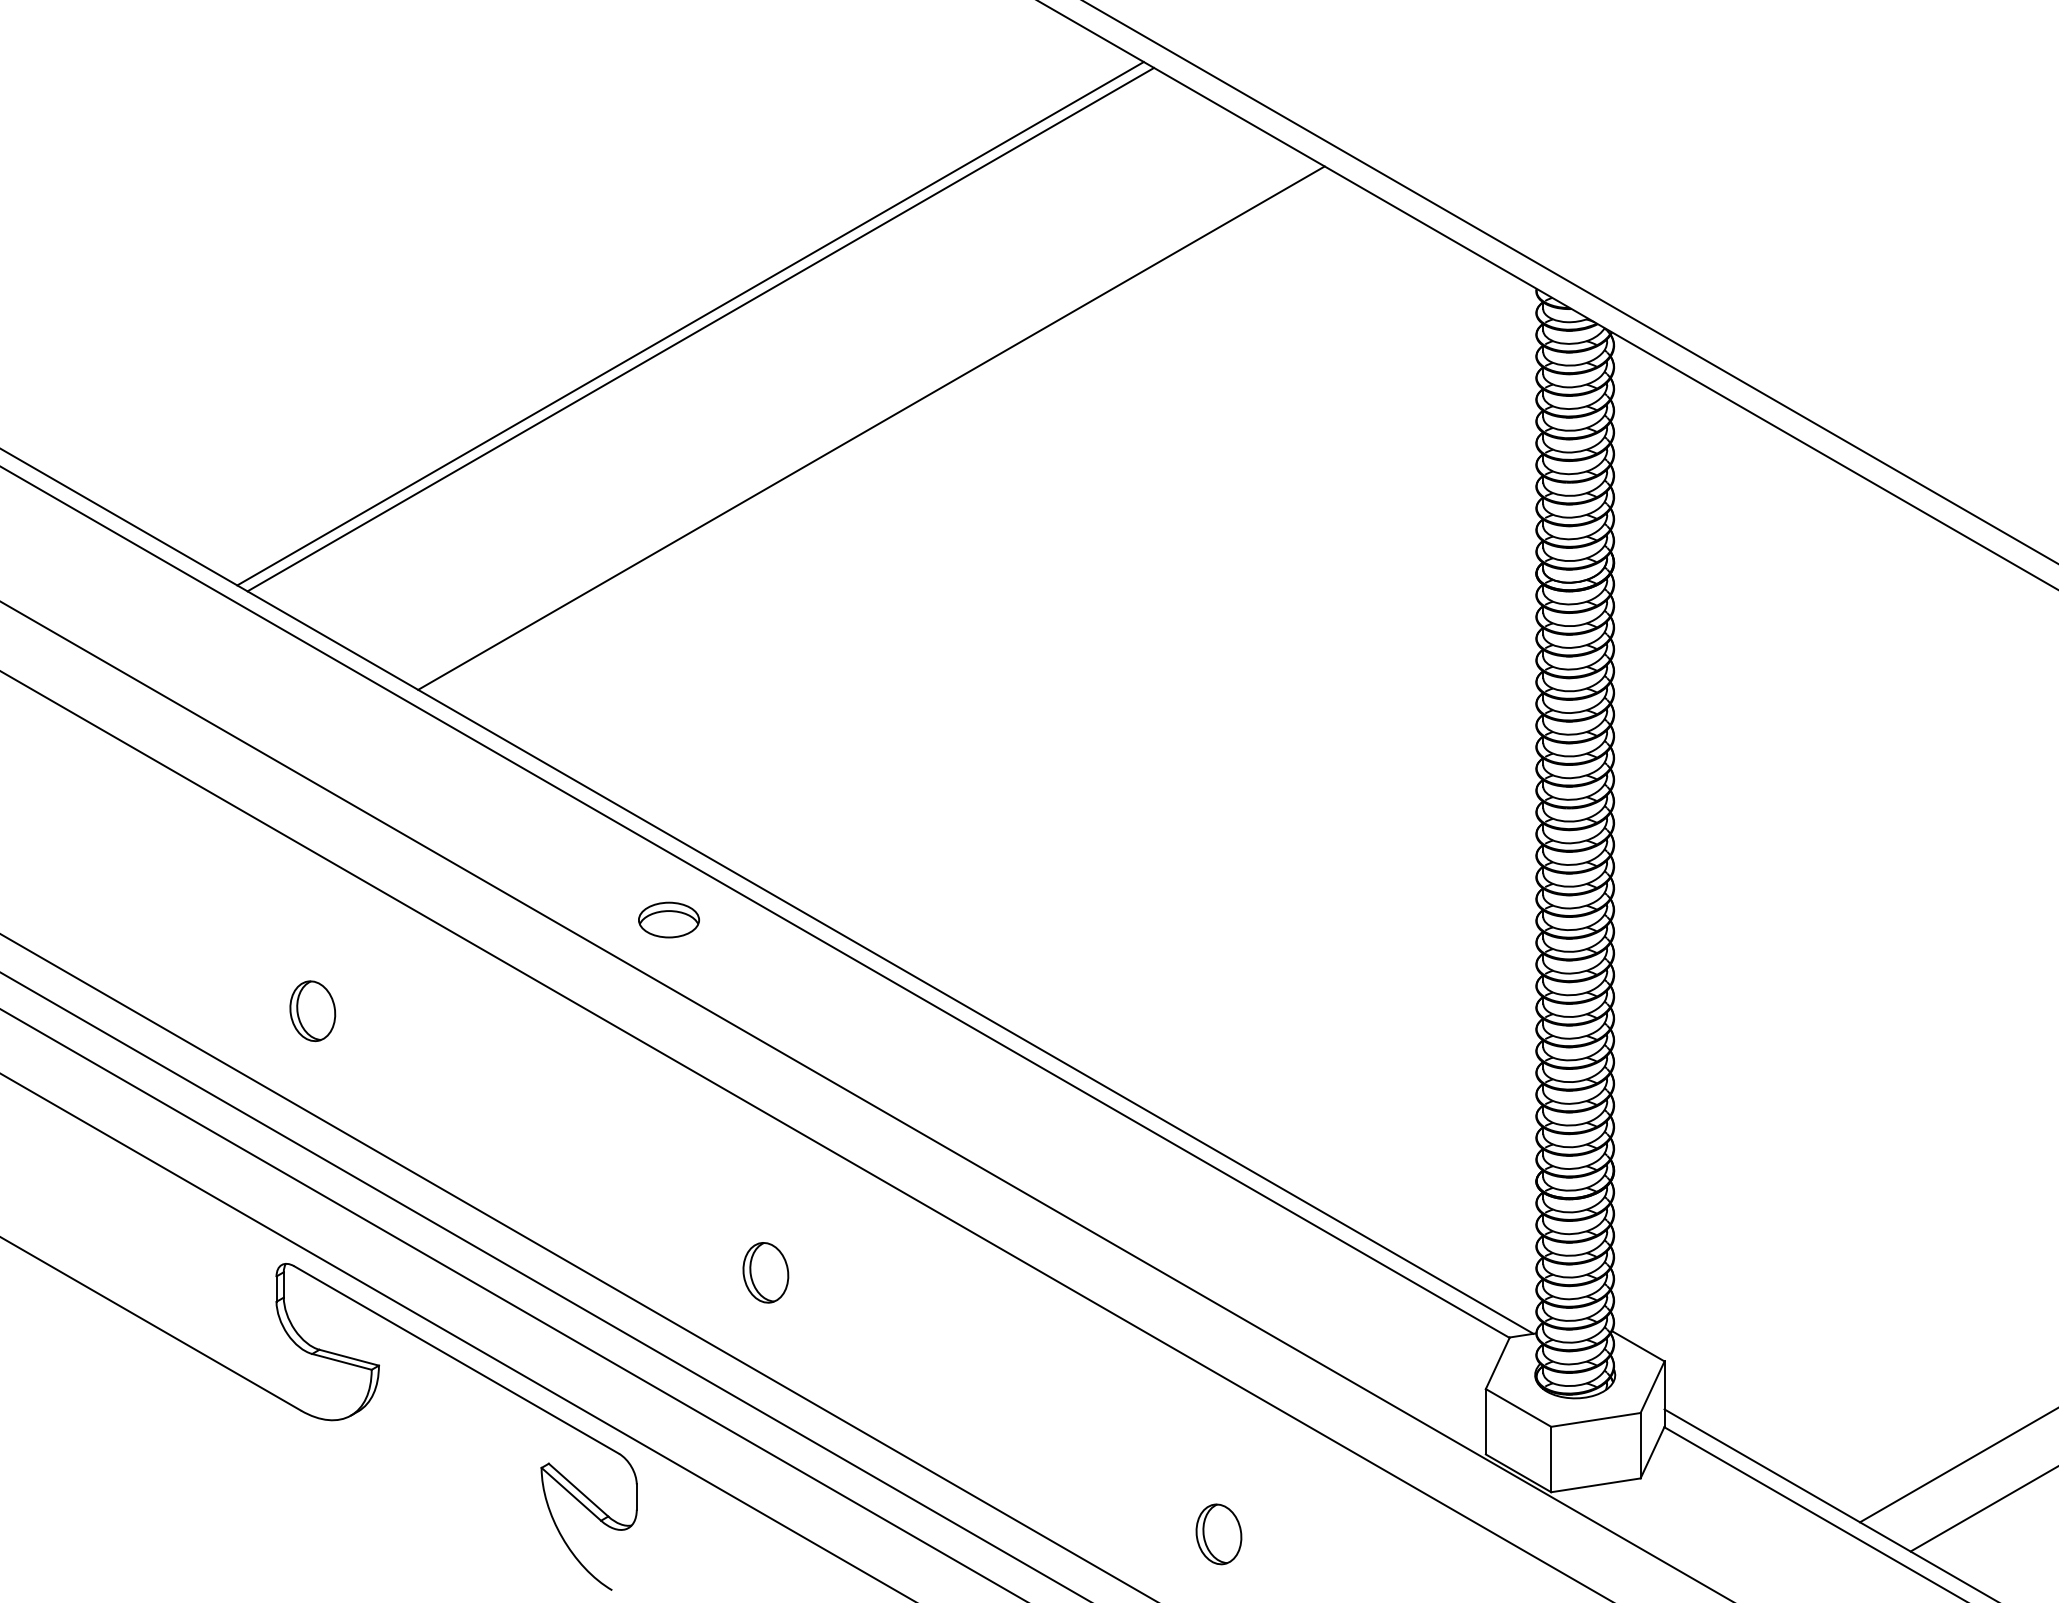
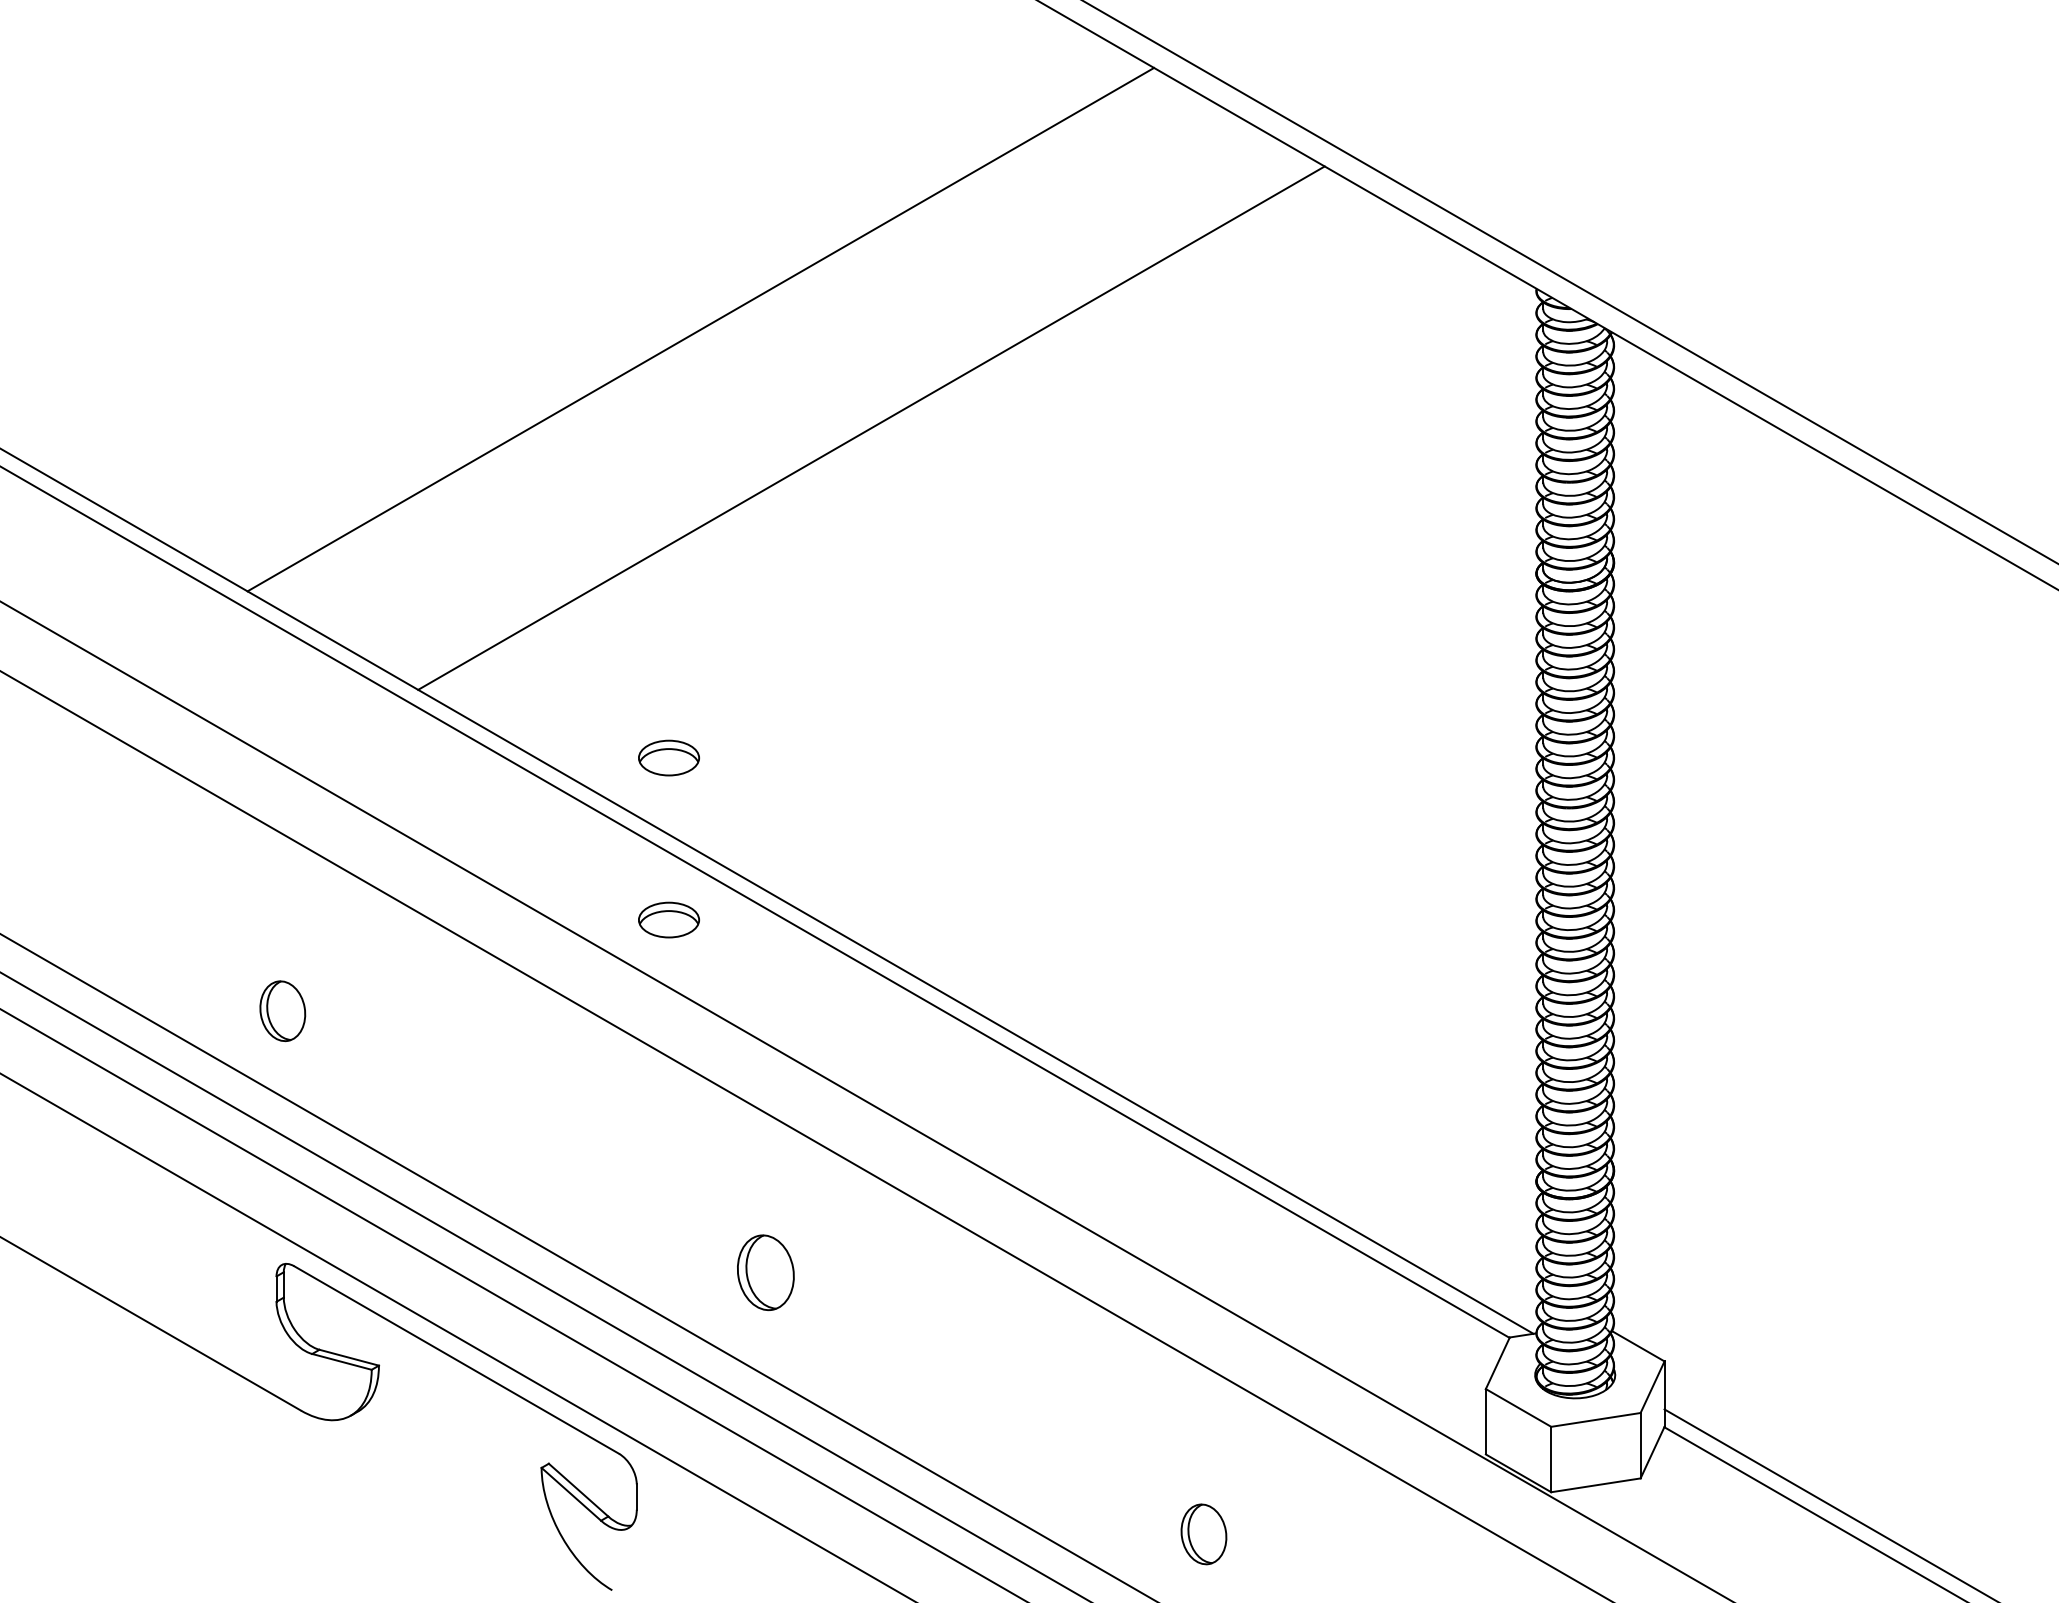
line at (690, 323): present -> none
part at (668, 757): none -> present
part at (312, 1011) position: (312, 1011) -> (282, 1011)
part at (765, 1272) size: 48x62 px -> 58x78 px
line at (1957, 1465): present -> none
line at (1982, 1509): present -> none
part at (1218, 1534) position: (1218, 1534) -> (1203, 1534)
